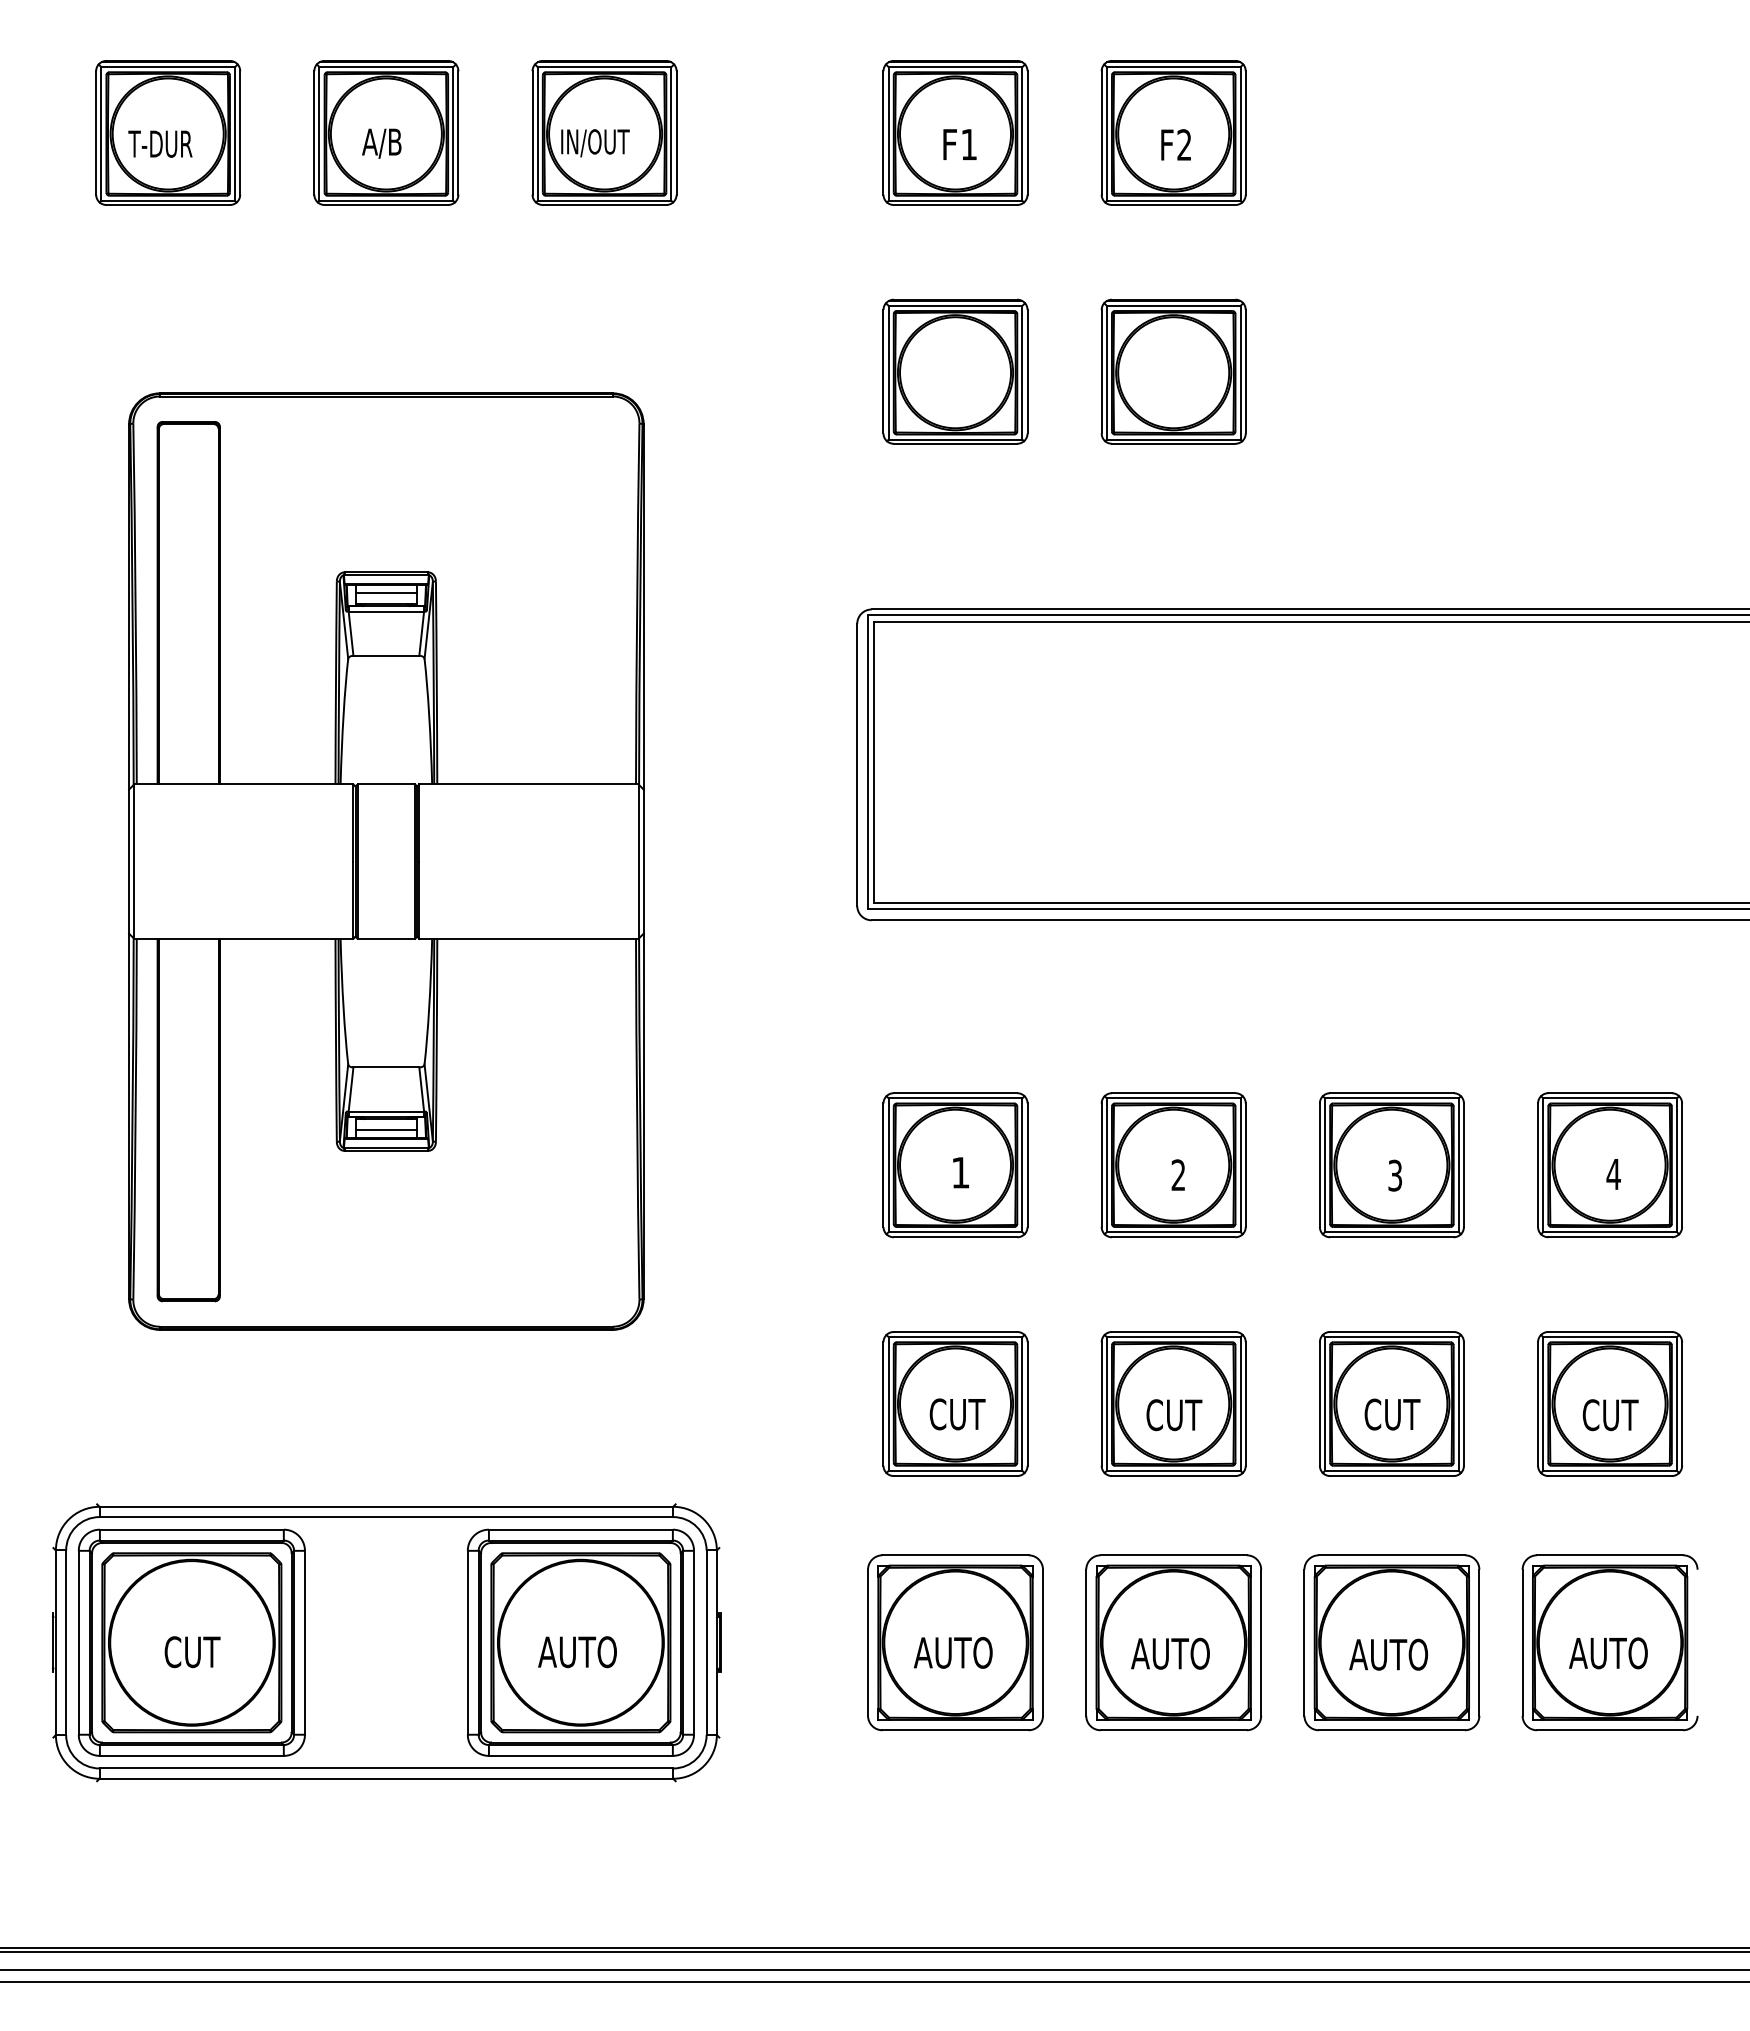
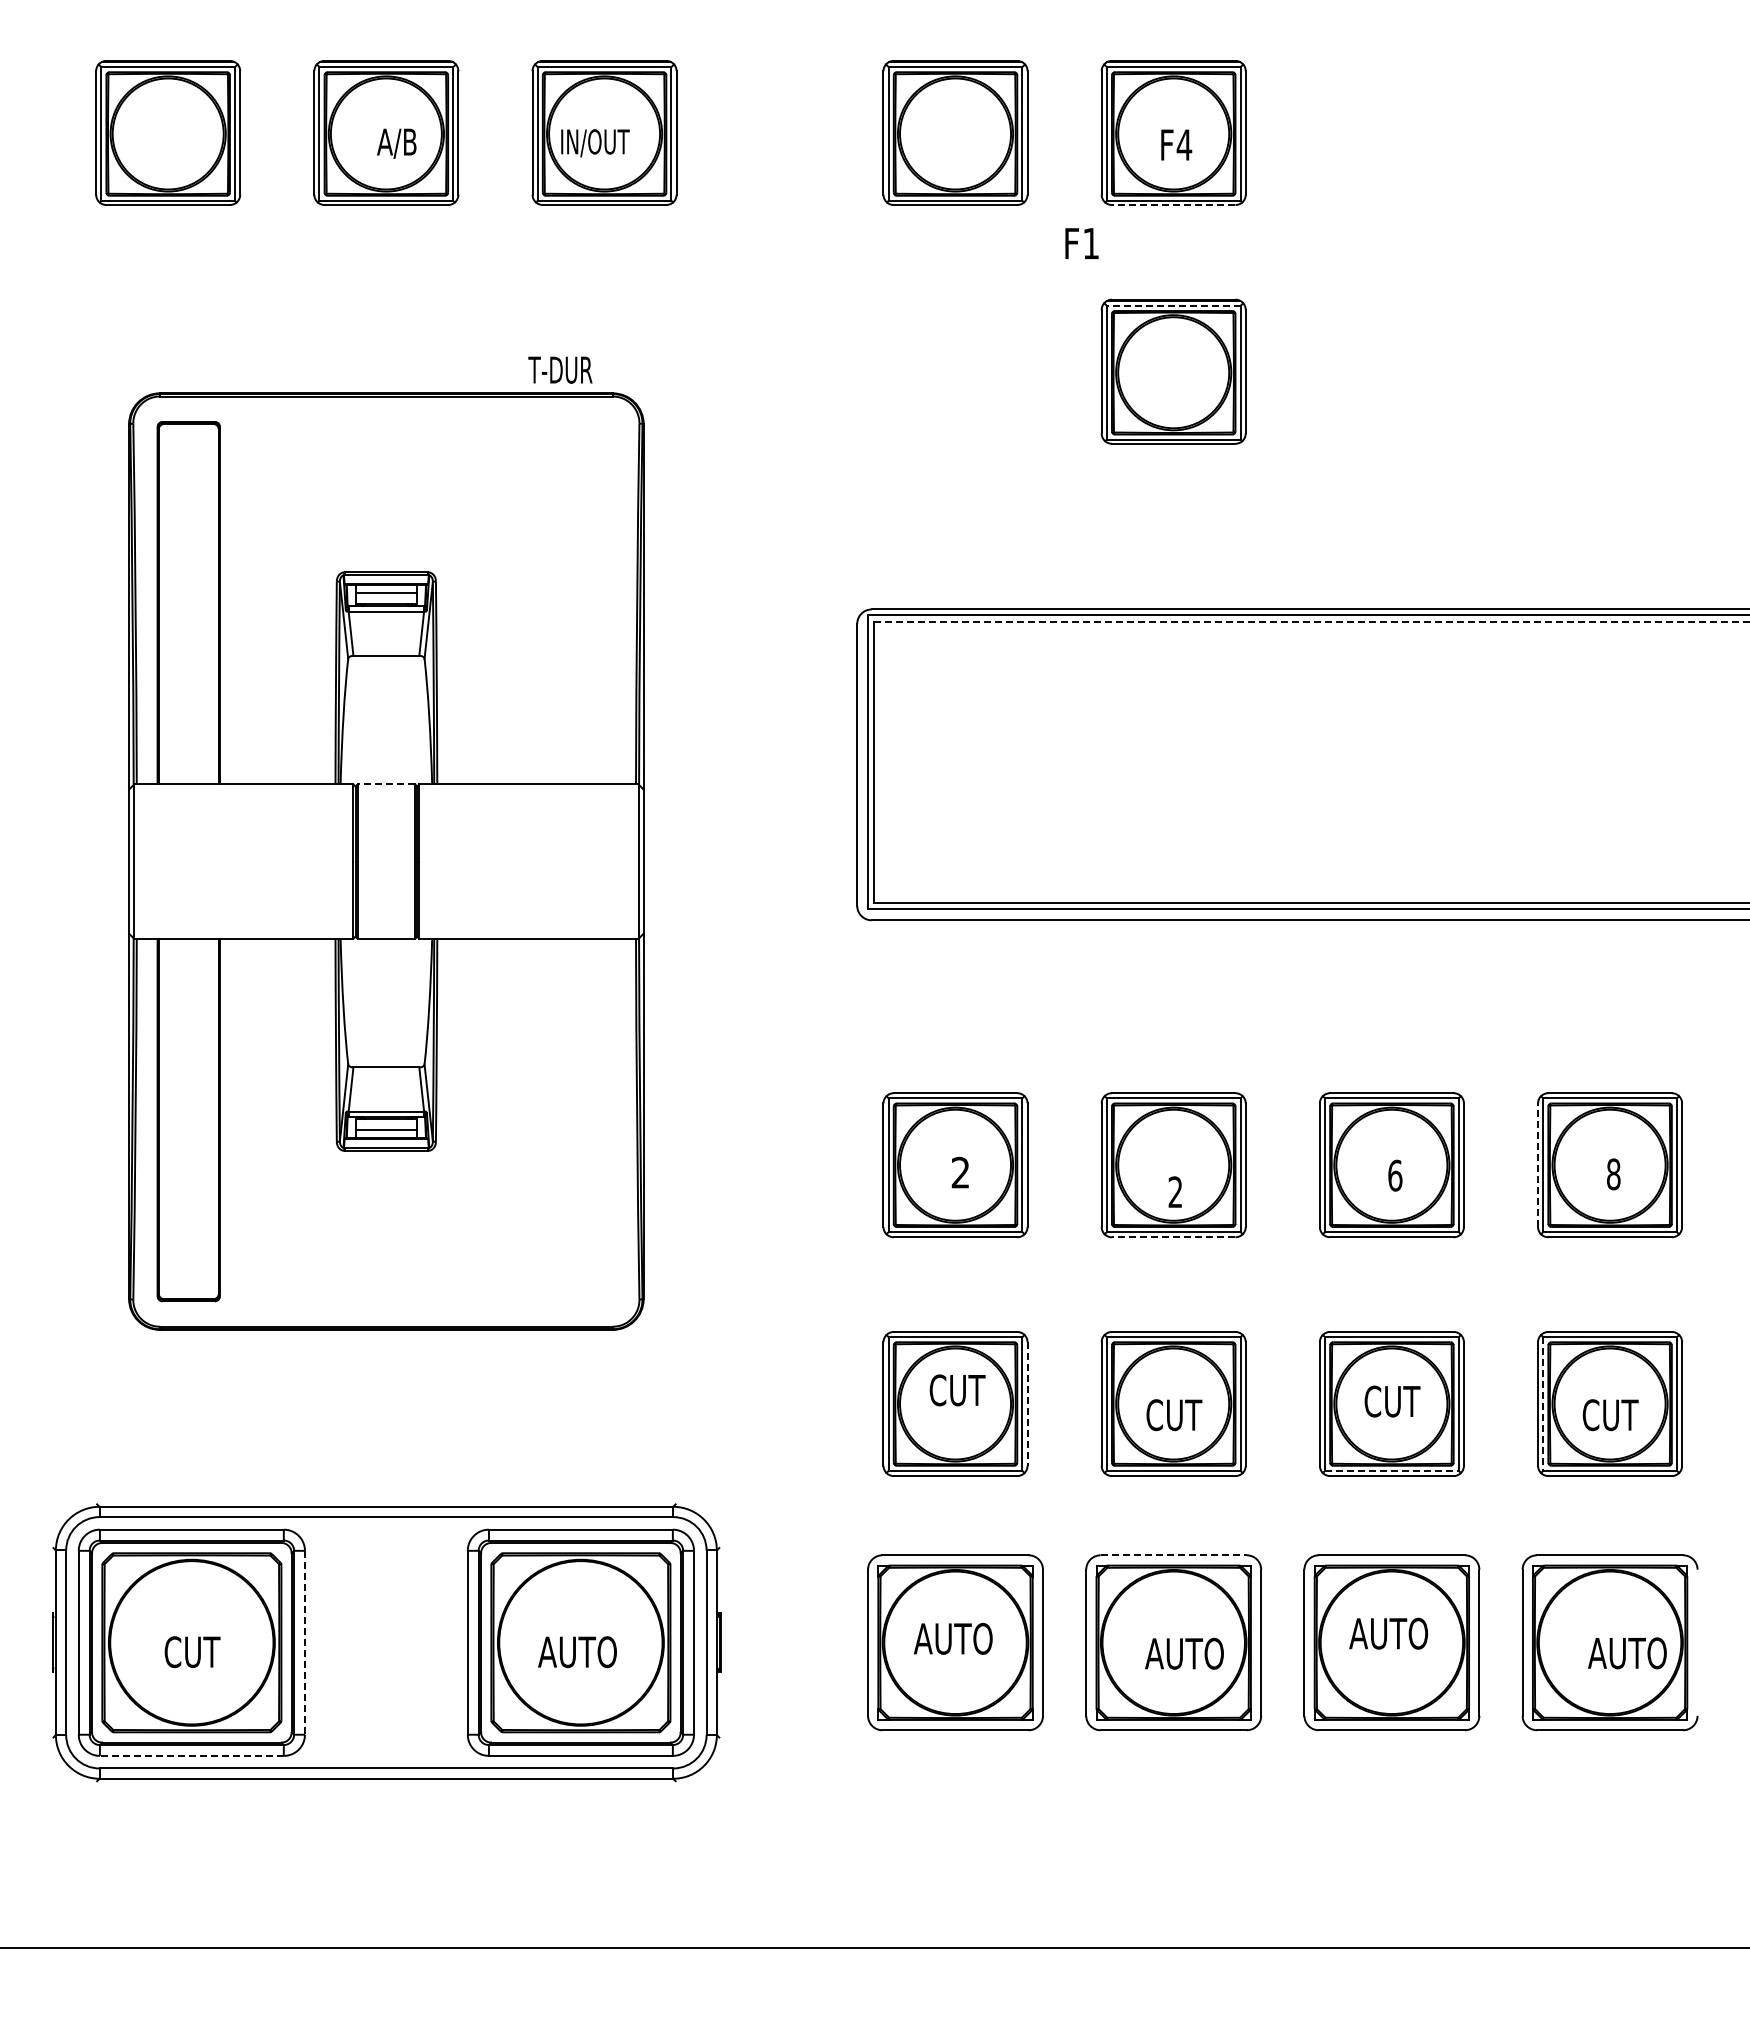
text at (160, 143) position: (160, 143) -> (560, 369)
text at (381, 143) position: (381, 143) -> (396, 143)
text at (959, 144) position: (959, 144) -> (1081, 243)
text at (1184, 144): F2 -> F4
line at (1173, 205): solid -> dashed
line at (1173, 305): solid -> dashed
part at (955, 371): present -> none
line at (1312, 621): solid -> dashed
line at (386, 784): solid -> dashed
line at (1538, 1165): solid -> dashed
text at (959, 1172): 1 -> 2
text at (1177, 1174) position: (1177, 1174) -> (1174, 1191)
text at (1613, 1174): 4 -> 8
text at (1395, 1175): 3 -> 6
line at (1173, 1237): solid -> dashed
line at (1027, 1404): solid -> dashed
line at (1543, 1404): solid -> dashed
text at (957, 1414) position: (957, 1414) -> (957, 1390)
text at (1392, 1414) position: (1392, 1414) -> (1392, 1401)
line at (1391, 1470): solid -> dashed
line at (1174, 1555): solid -> dashed
line at (304, 1642): solid -> dashed
text at (953, 1652) position: (953, 1652) -> (953, 1638)
text at (1170, 1653) position: (1170, 1653) -> (1184, 1653)
text at (1608, 1653) position: (1608, 1653) -> (1627, 1653)
text at (1388, 1654) position: (1388, 1654) -> (1388, 1633)
line at (191, 1755): solid -> dashed
line at (874, 1951): present -> none
line at (874, 1970): present -> none
line at (874, 1982): present -> none
